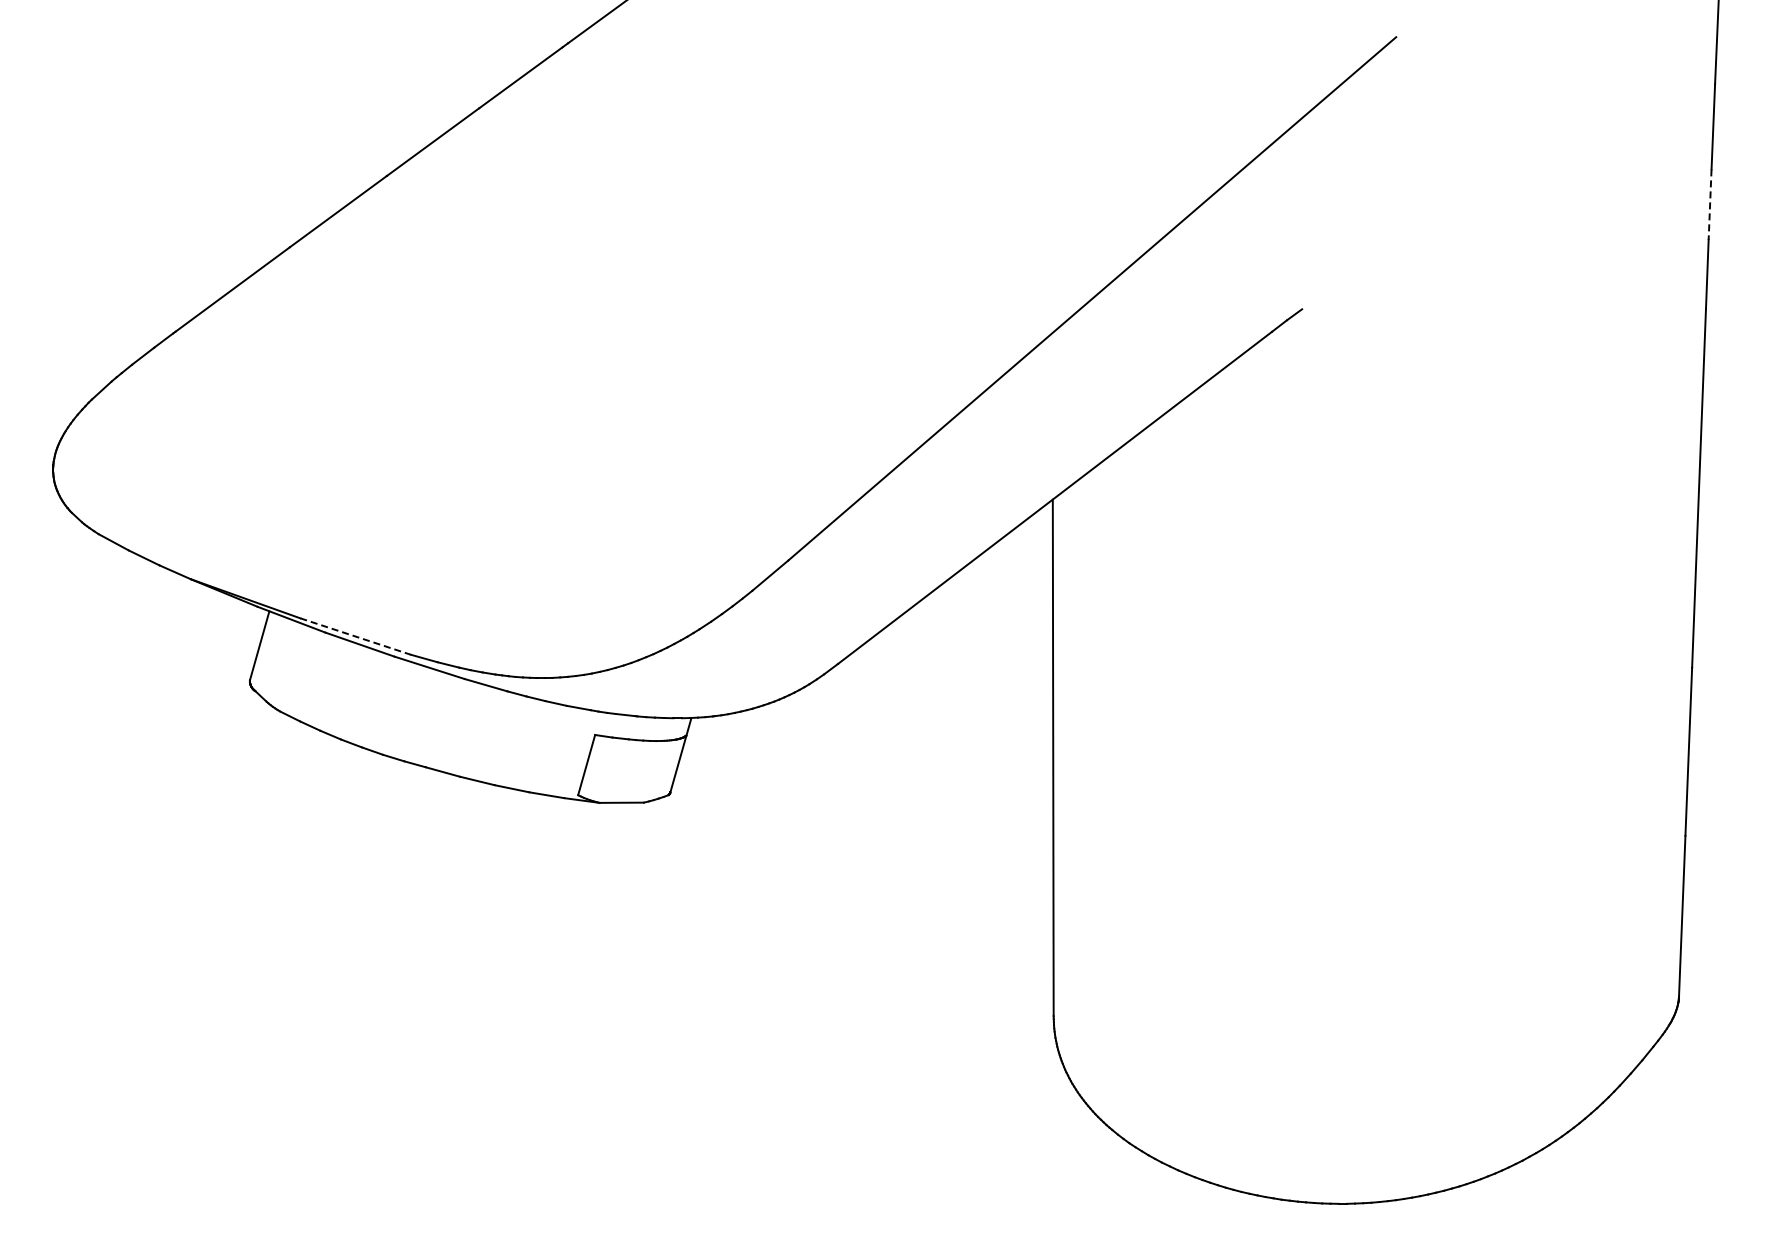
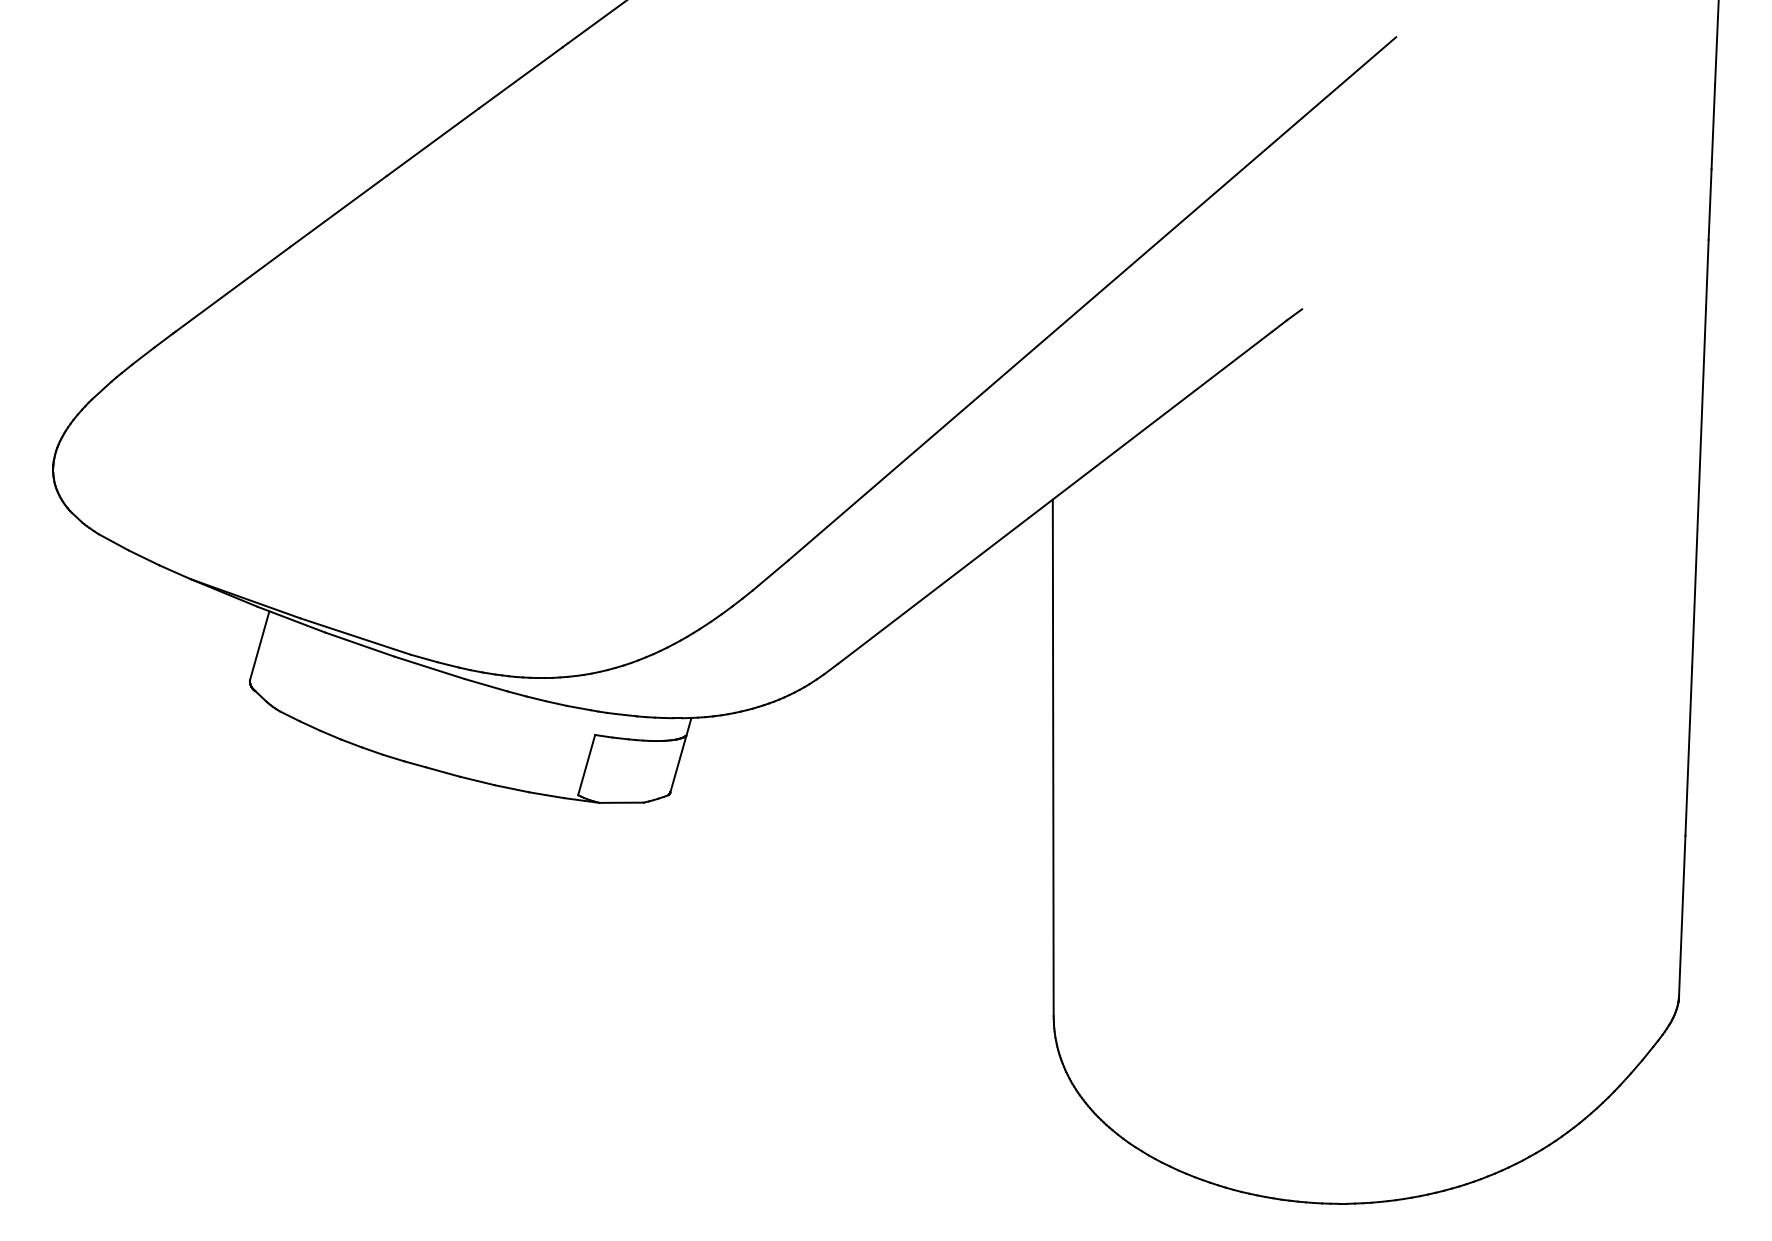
line at (1710, 205): dashed -> solid
line at (356, 636): dashed -> solid
